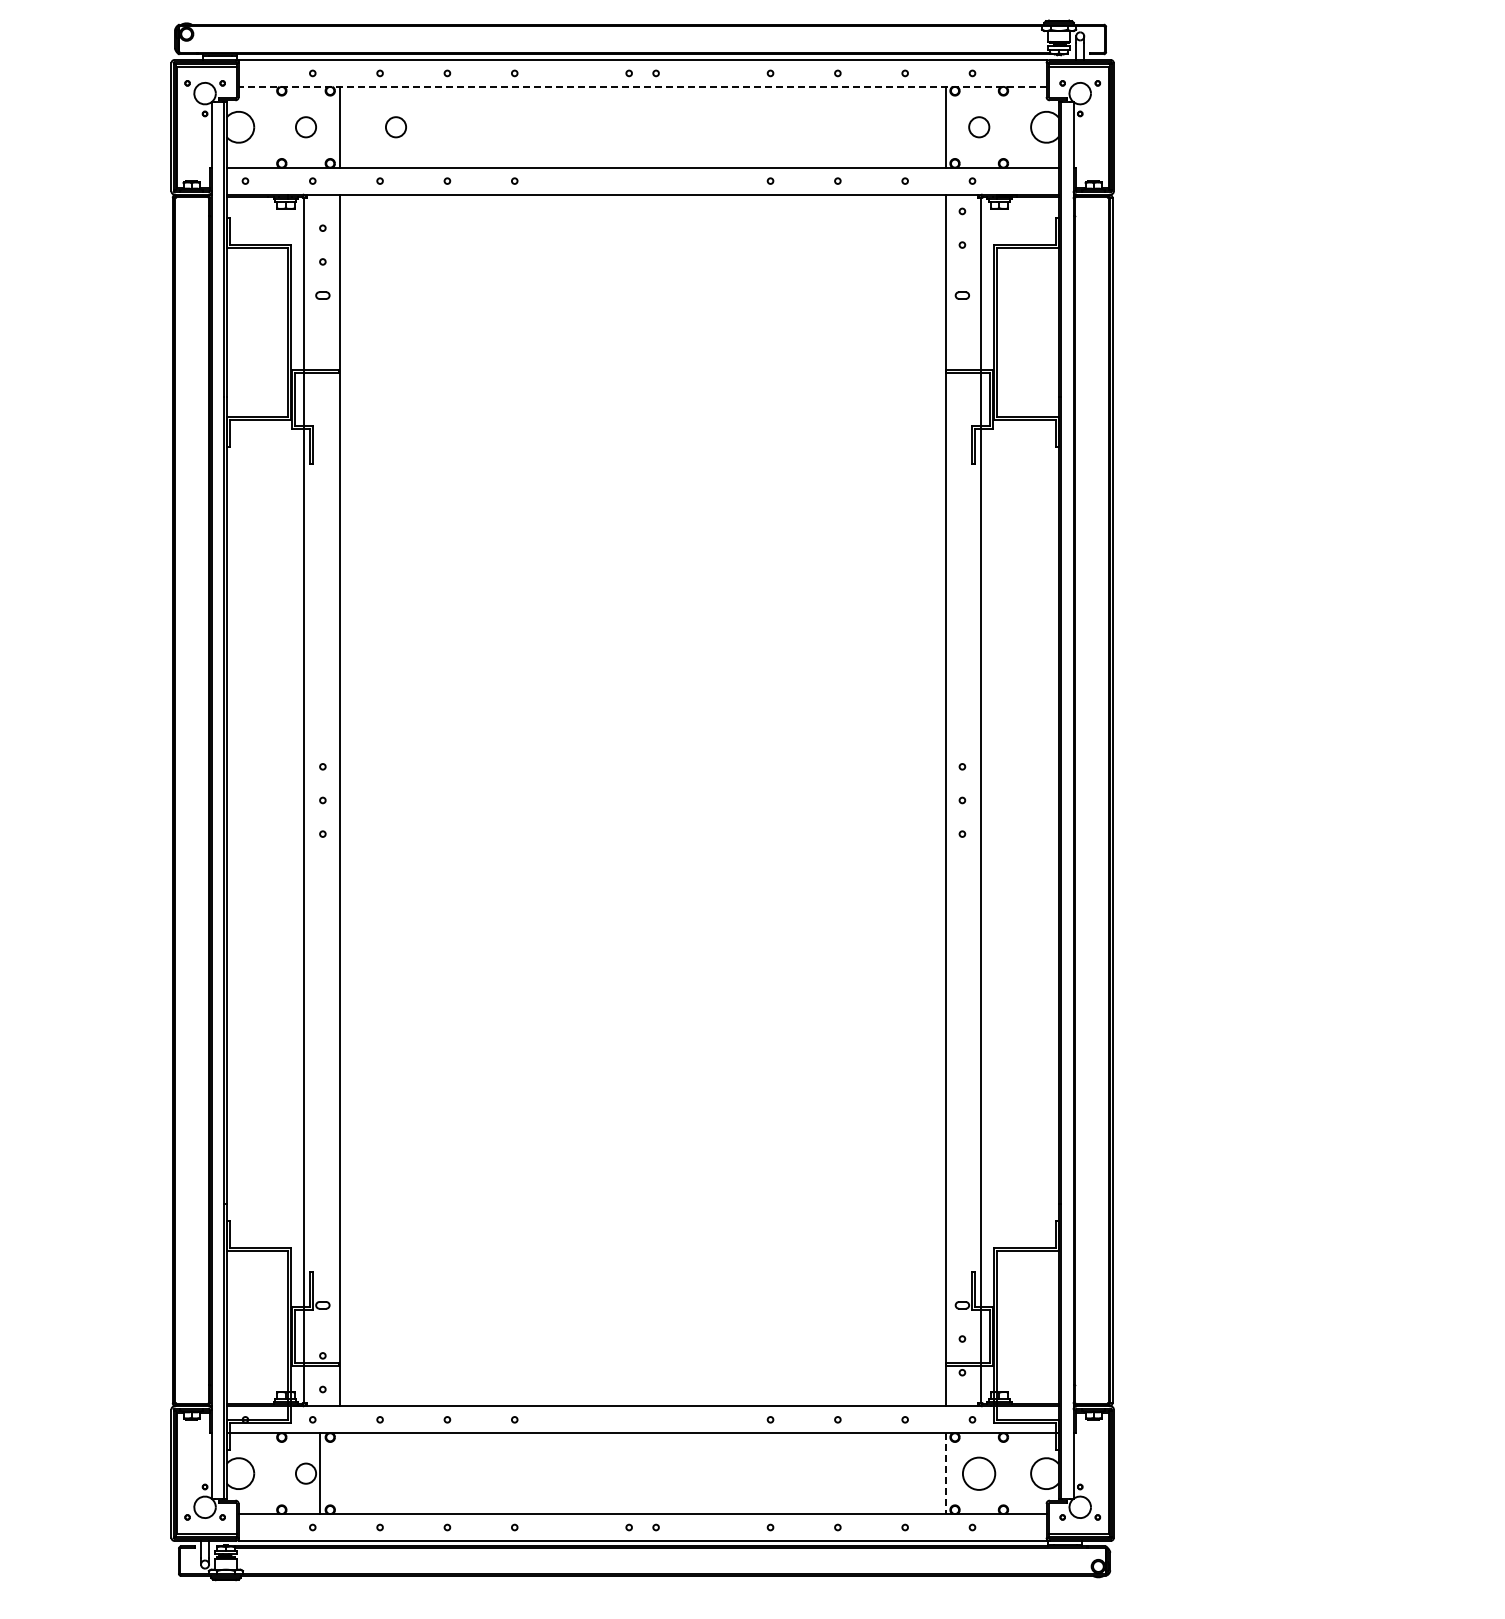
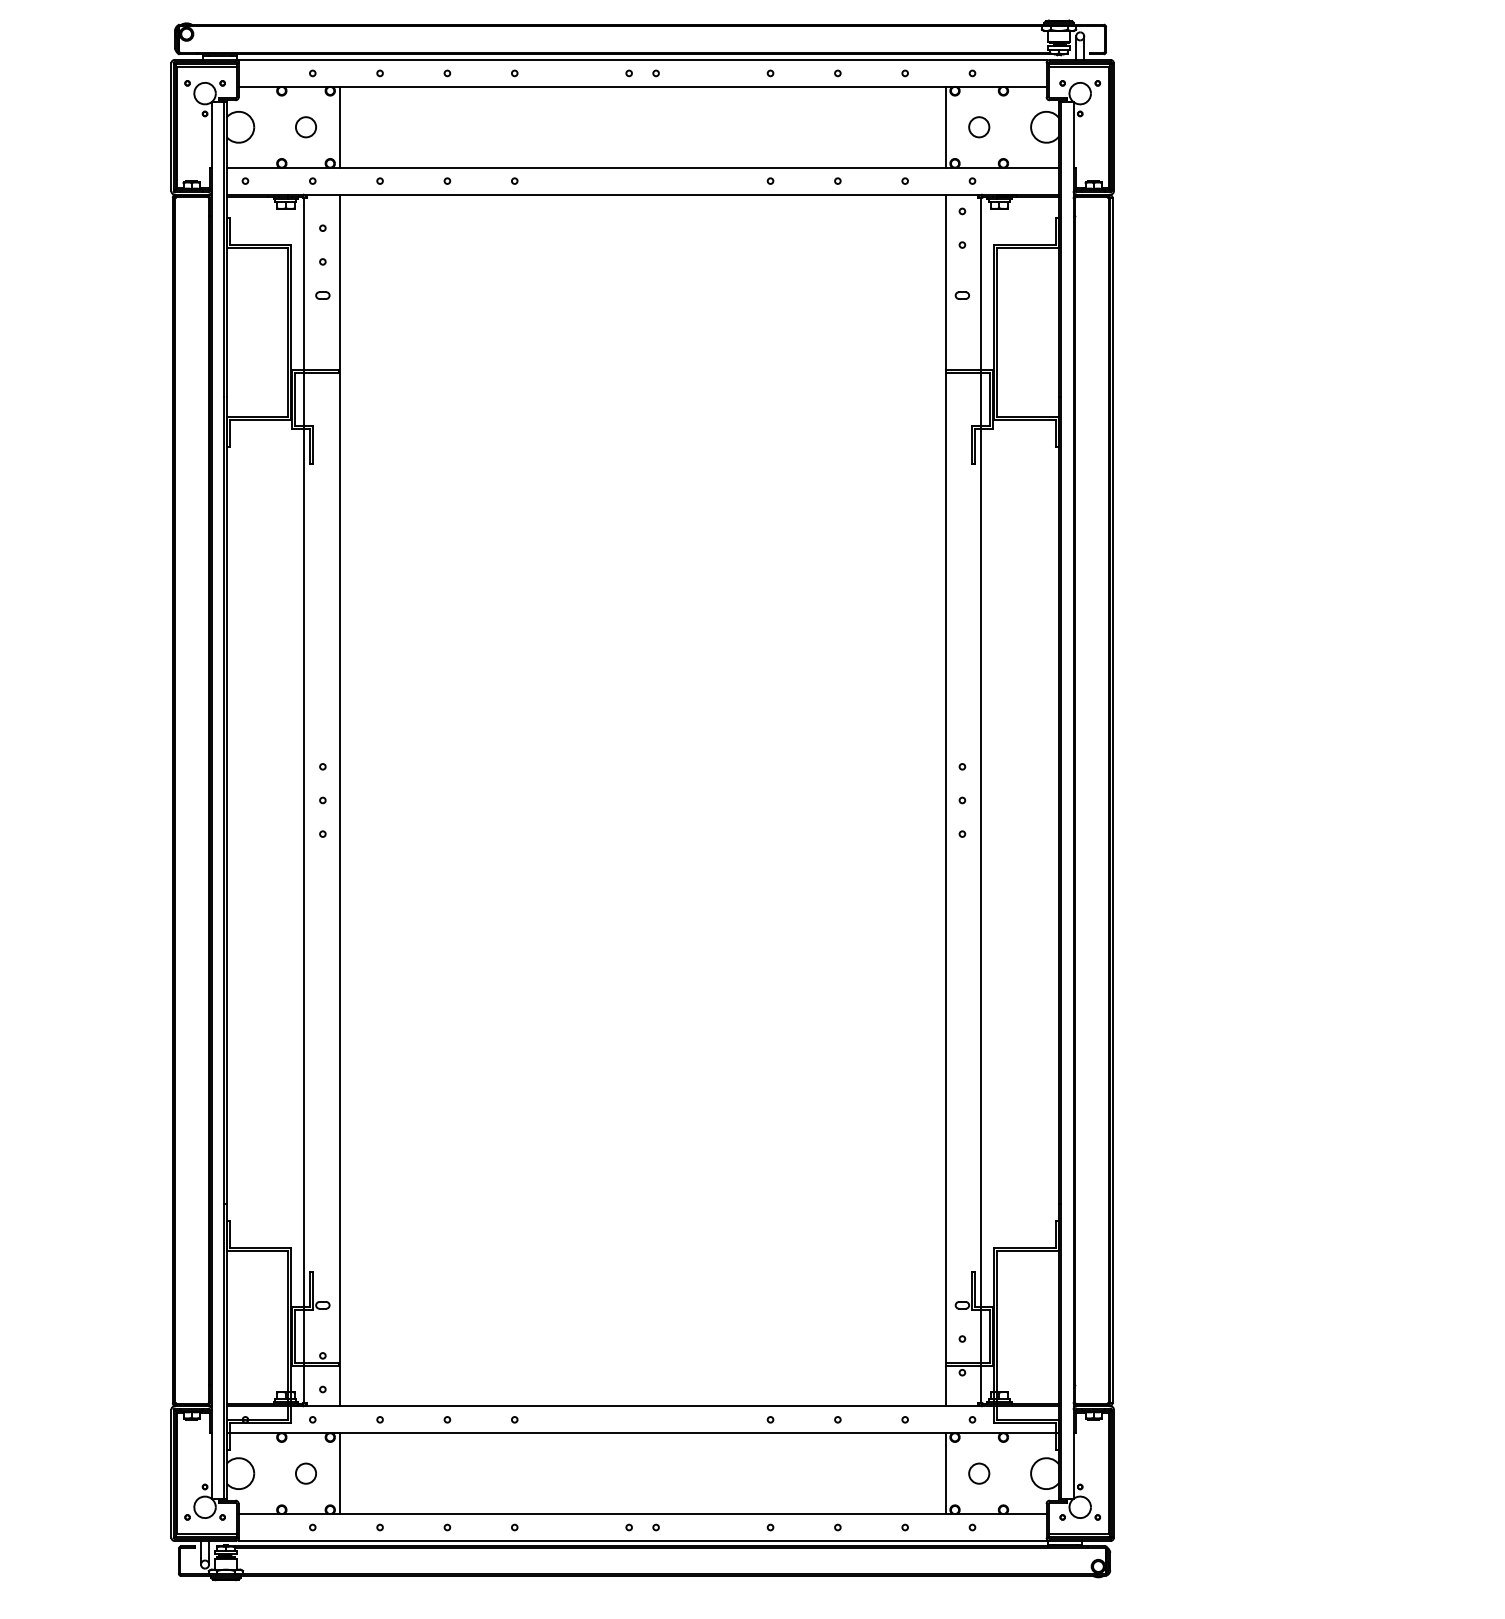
line at (642, 86): dashed -> solid
circle at (395, 127): present -> none
line at (319, 1473) position: (319, 1473) -> (339, 1473)
circle at (979, 1473) size: 35x35 px -> 23x23 px
line at (945, 1474): dashed -> solid
